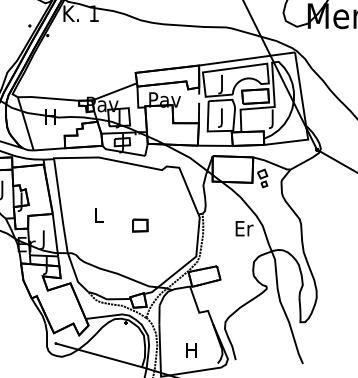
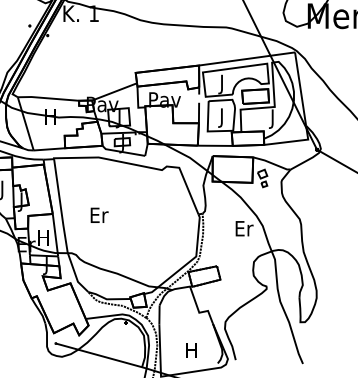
text at (99, 214): L -> Er
part at (140, 225): present -> none
text at (43, 239): J -> H
